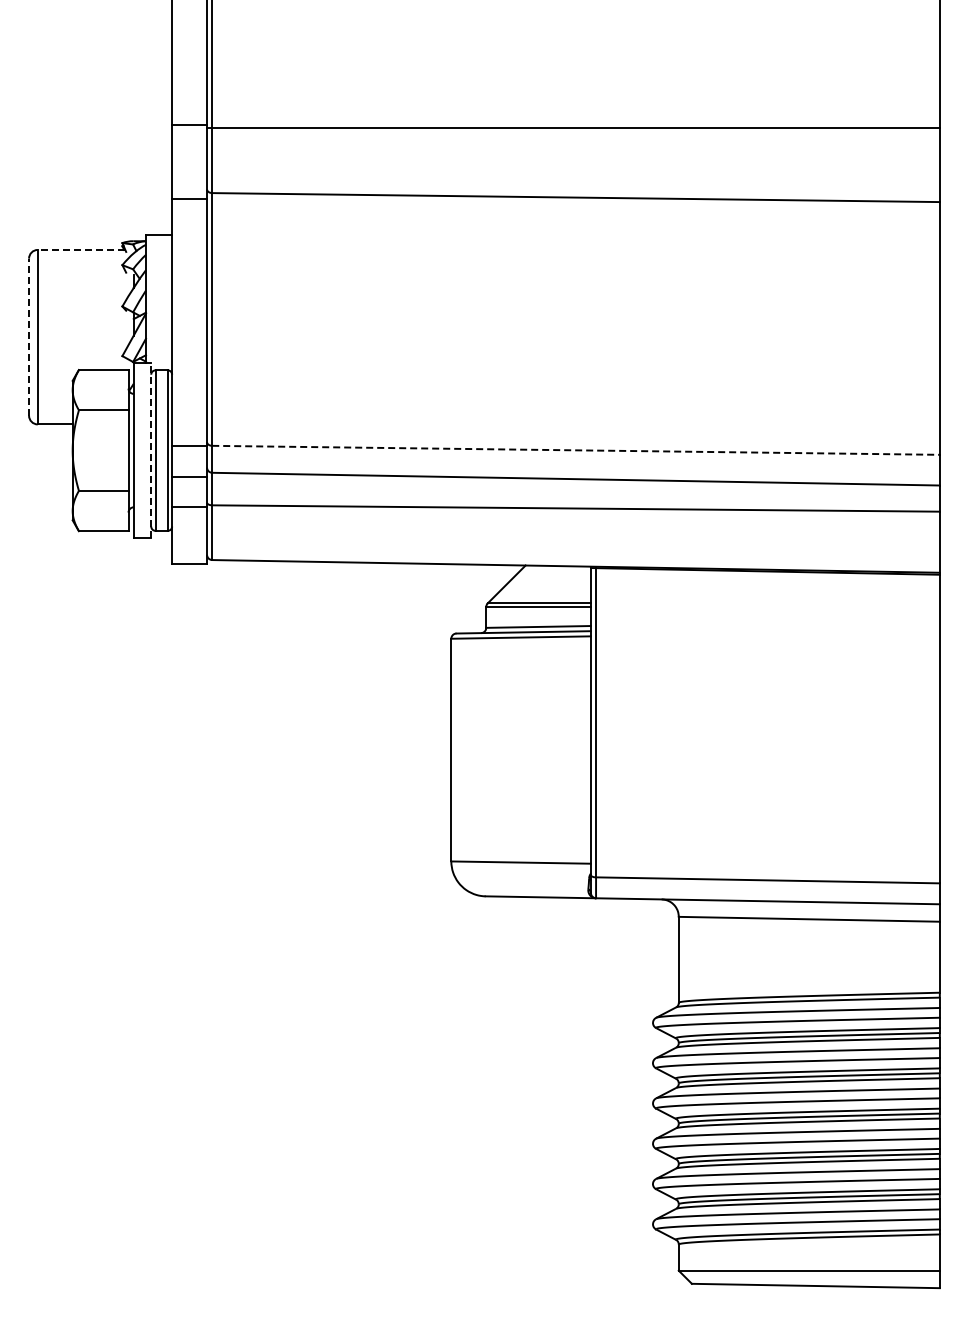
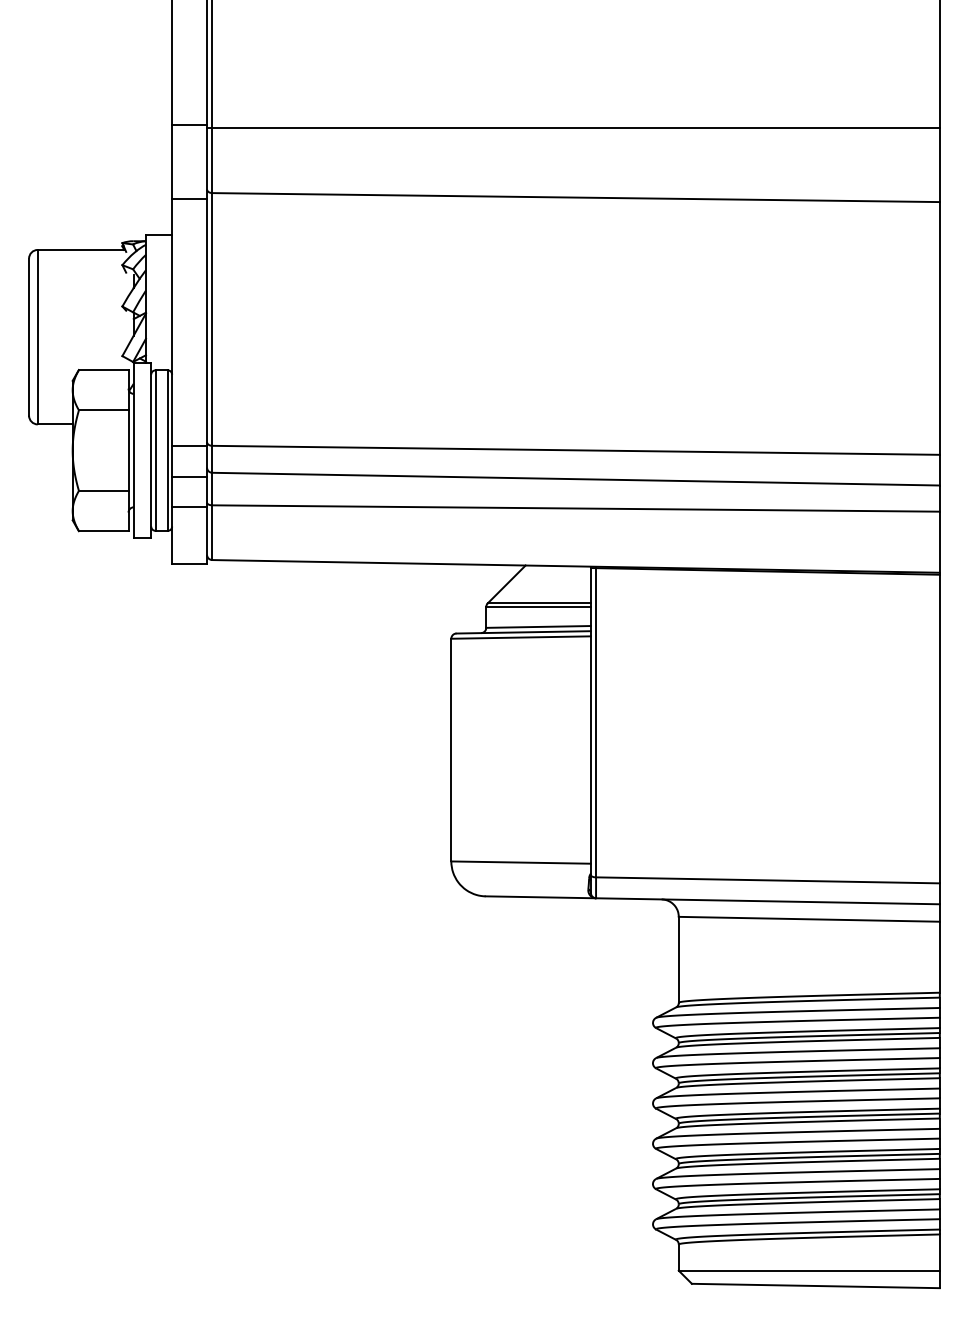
line at (81, 249): dashed -> solid
line at (29, 337): dashed -> solid
line at (151, 450): dashed -> solid
line at (576, 450): dashed -> solid
